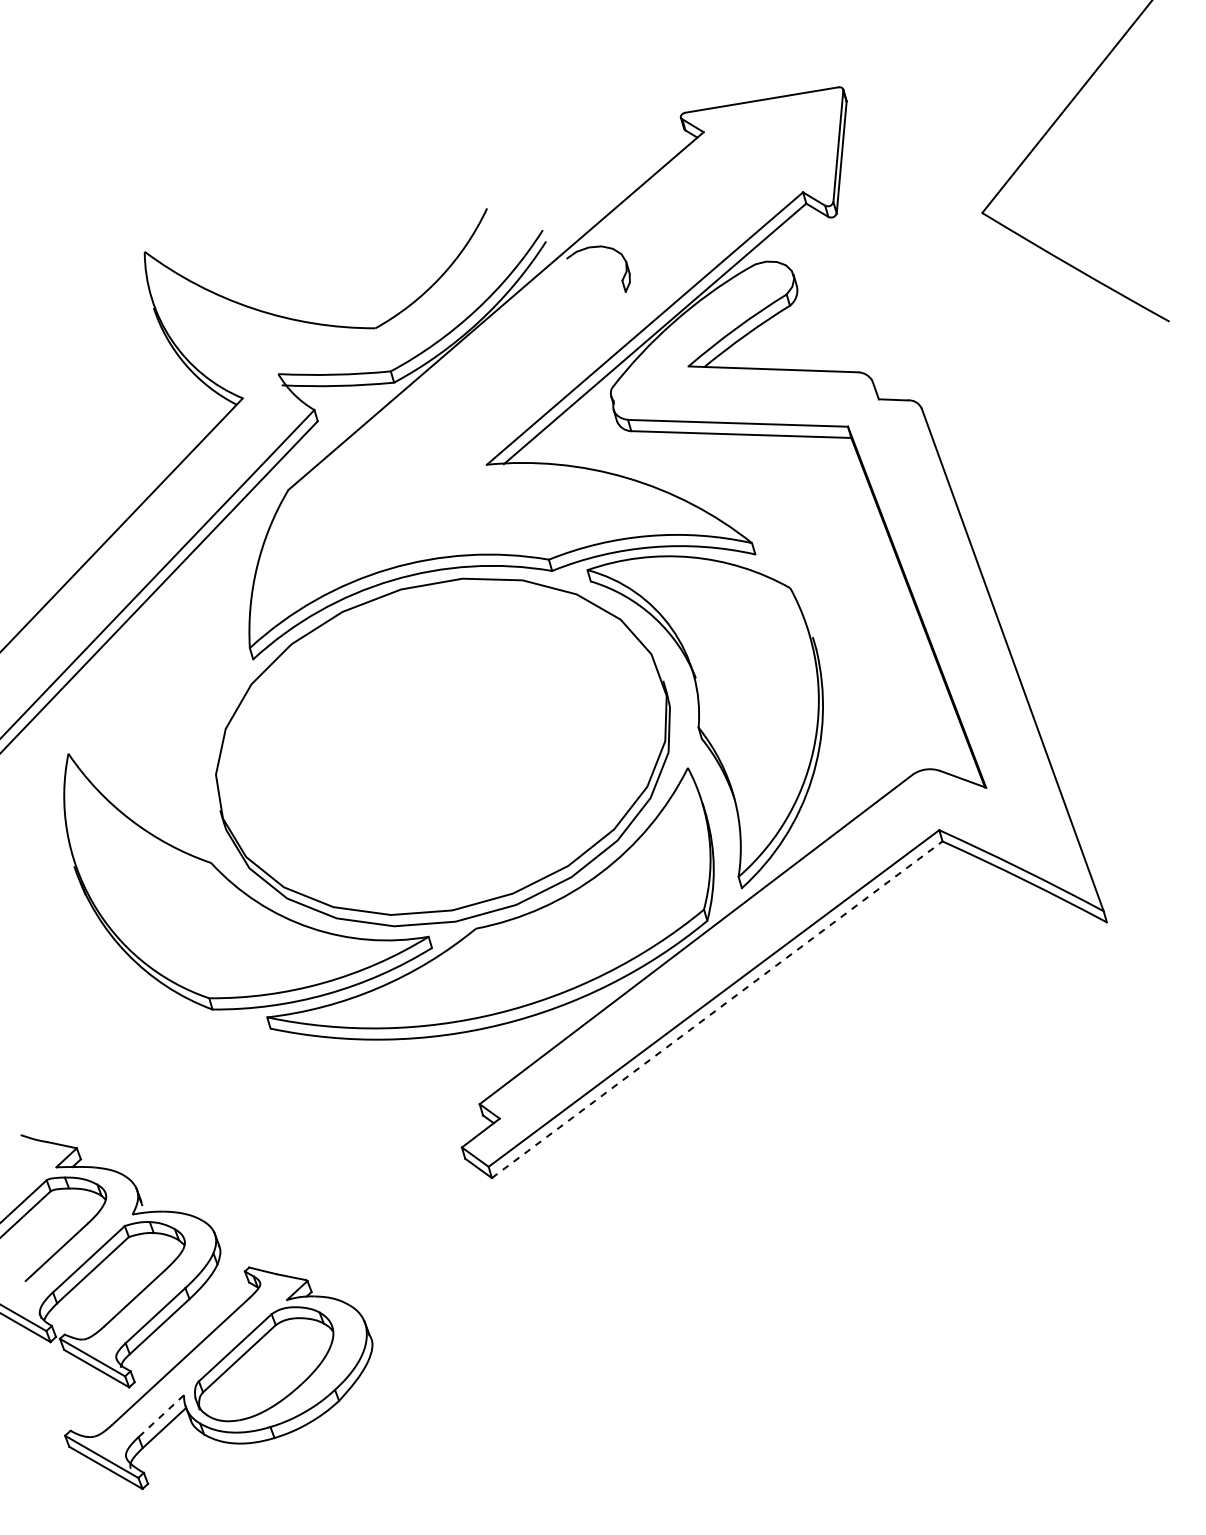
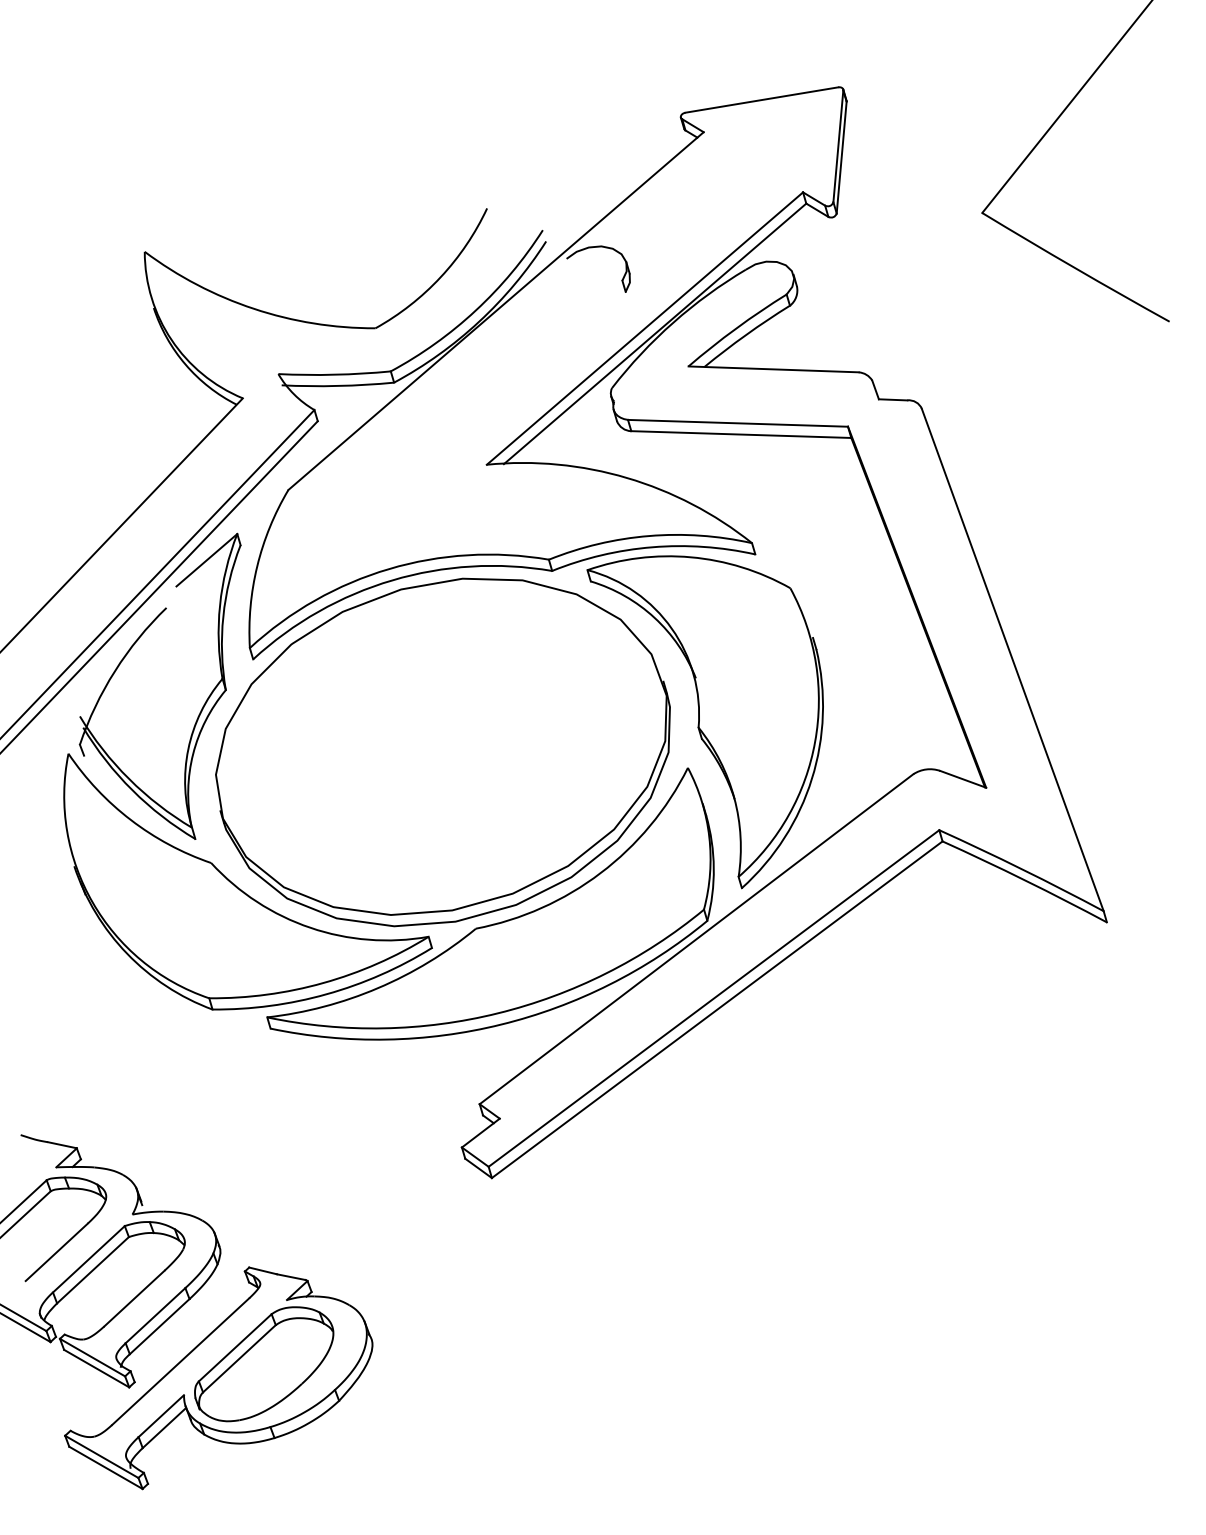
part at (123, 660): none -> present
line at (717, 1009): dashed -> solid
line at (161, 1416): dashed -> solid
